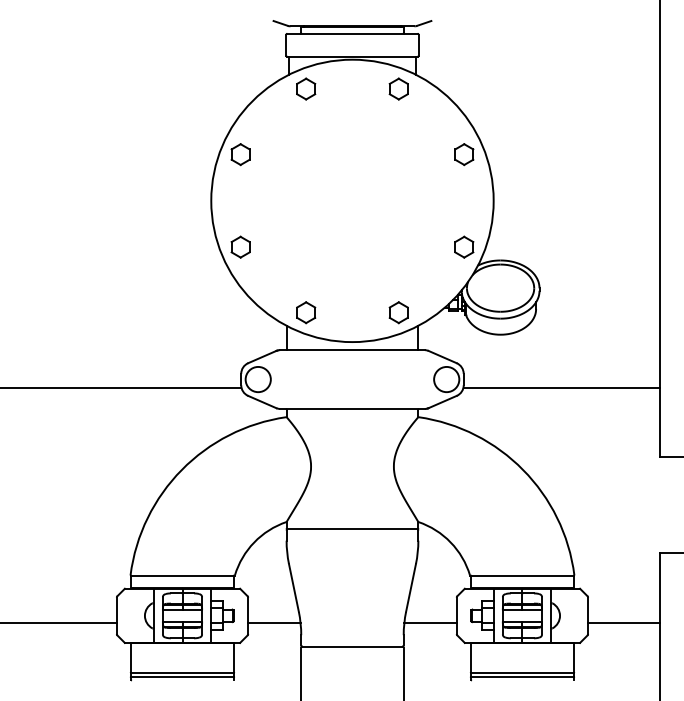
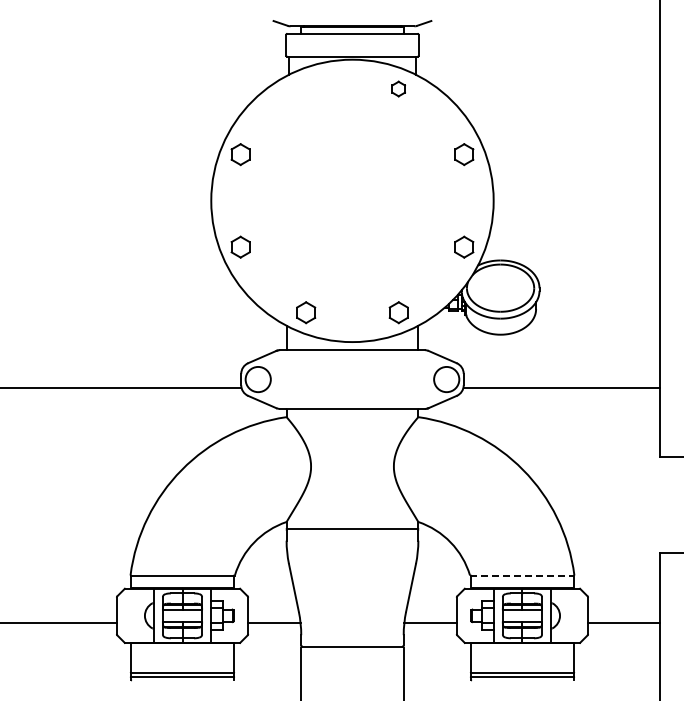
part at (306, 88): present -> none
part at (398, 88) size: 21x24 px -> 15x18 px
line at (522, 575): solid -> dashed
